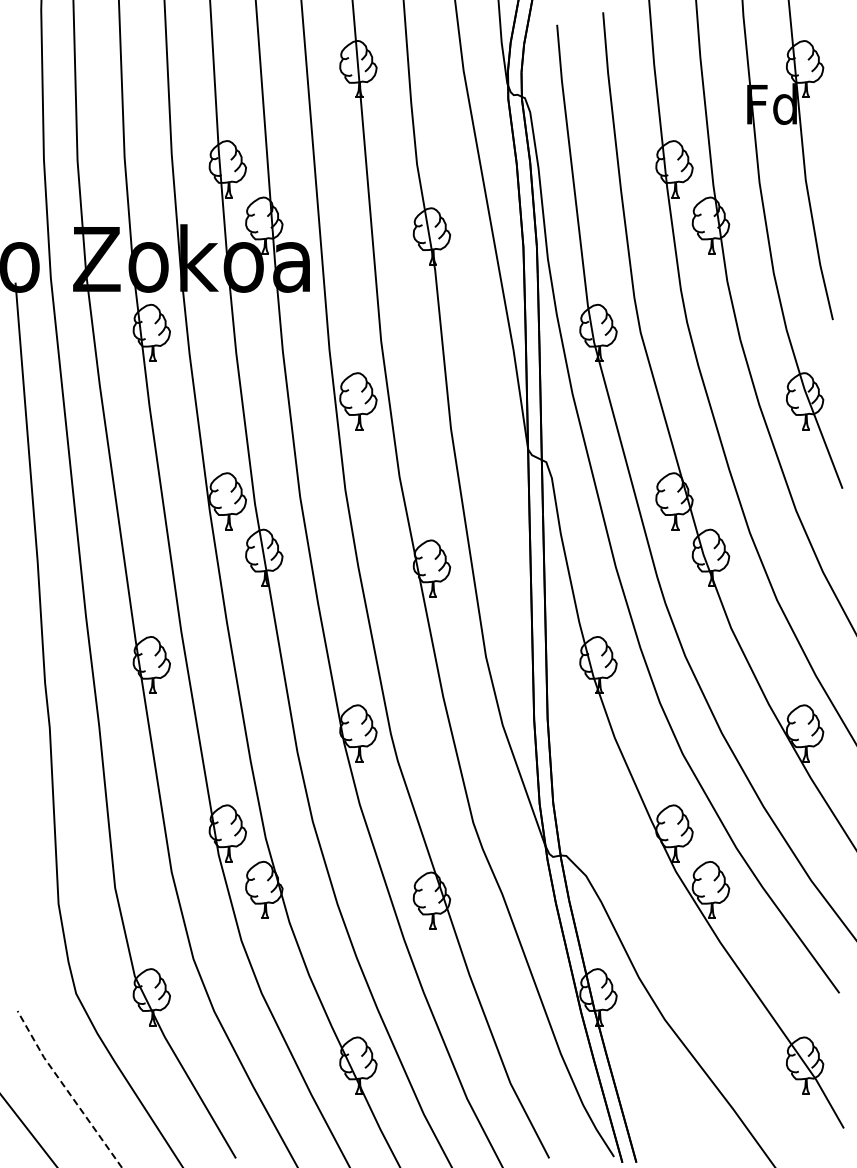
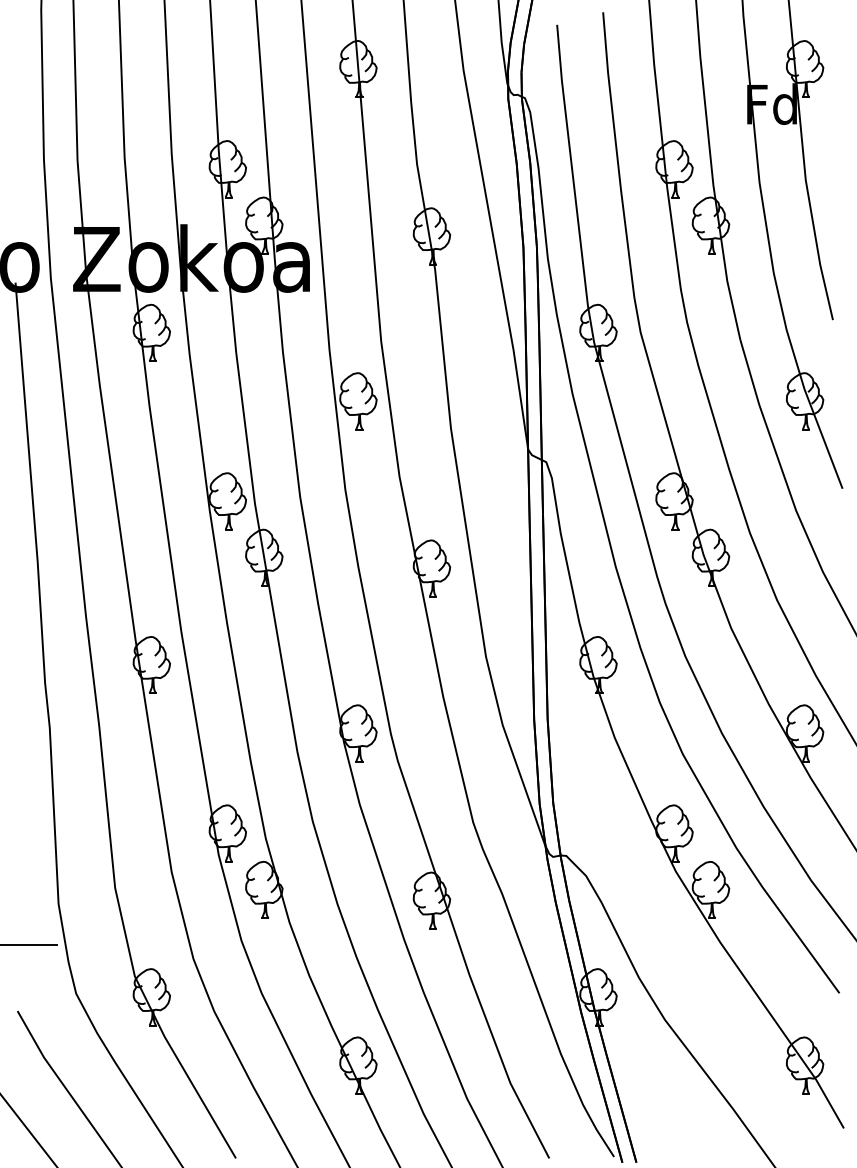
line at (29, 944): none -> present
line at (67, 1090): dashed -> solid
